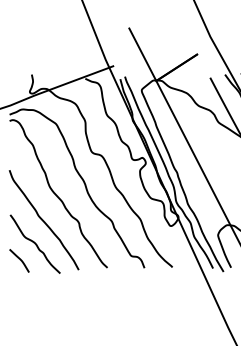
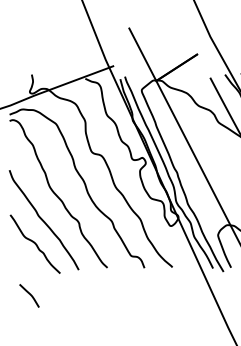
curve at (19, 259) position: (19, 259) -> (29, 294)
